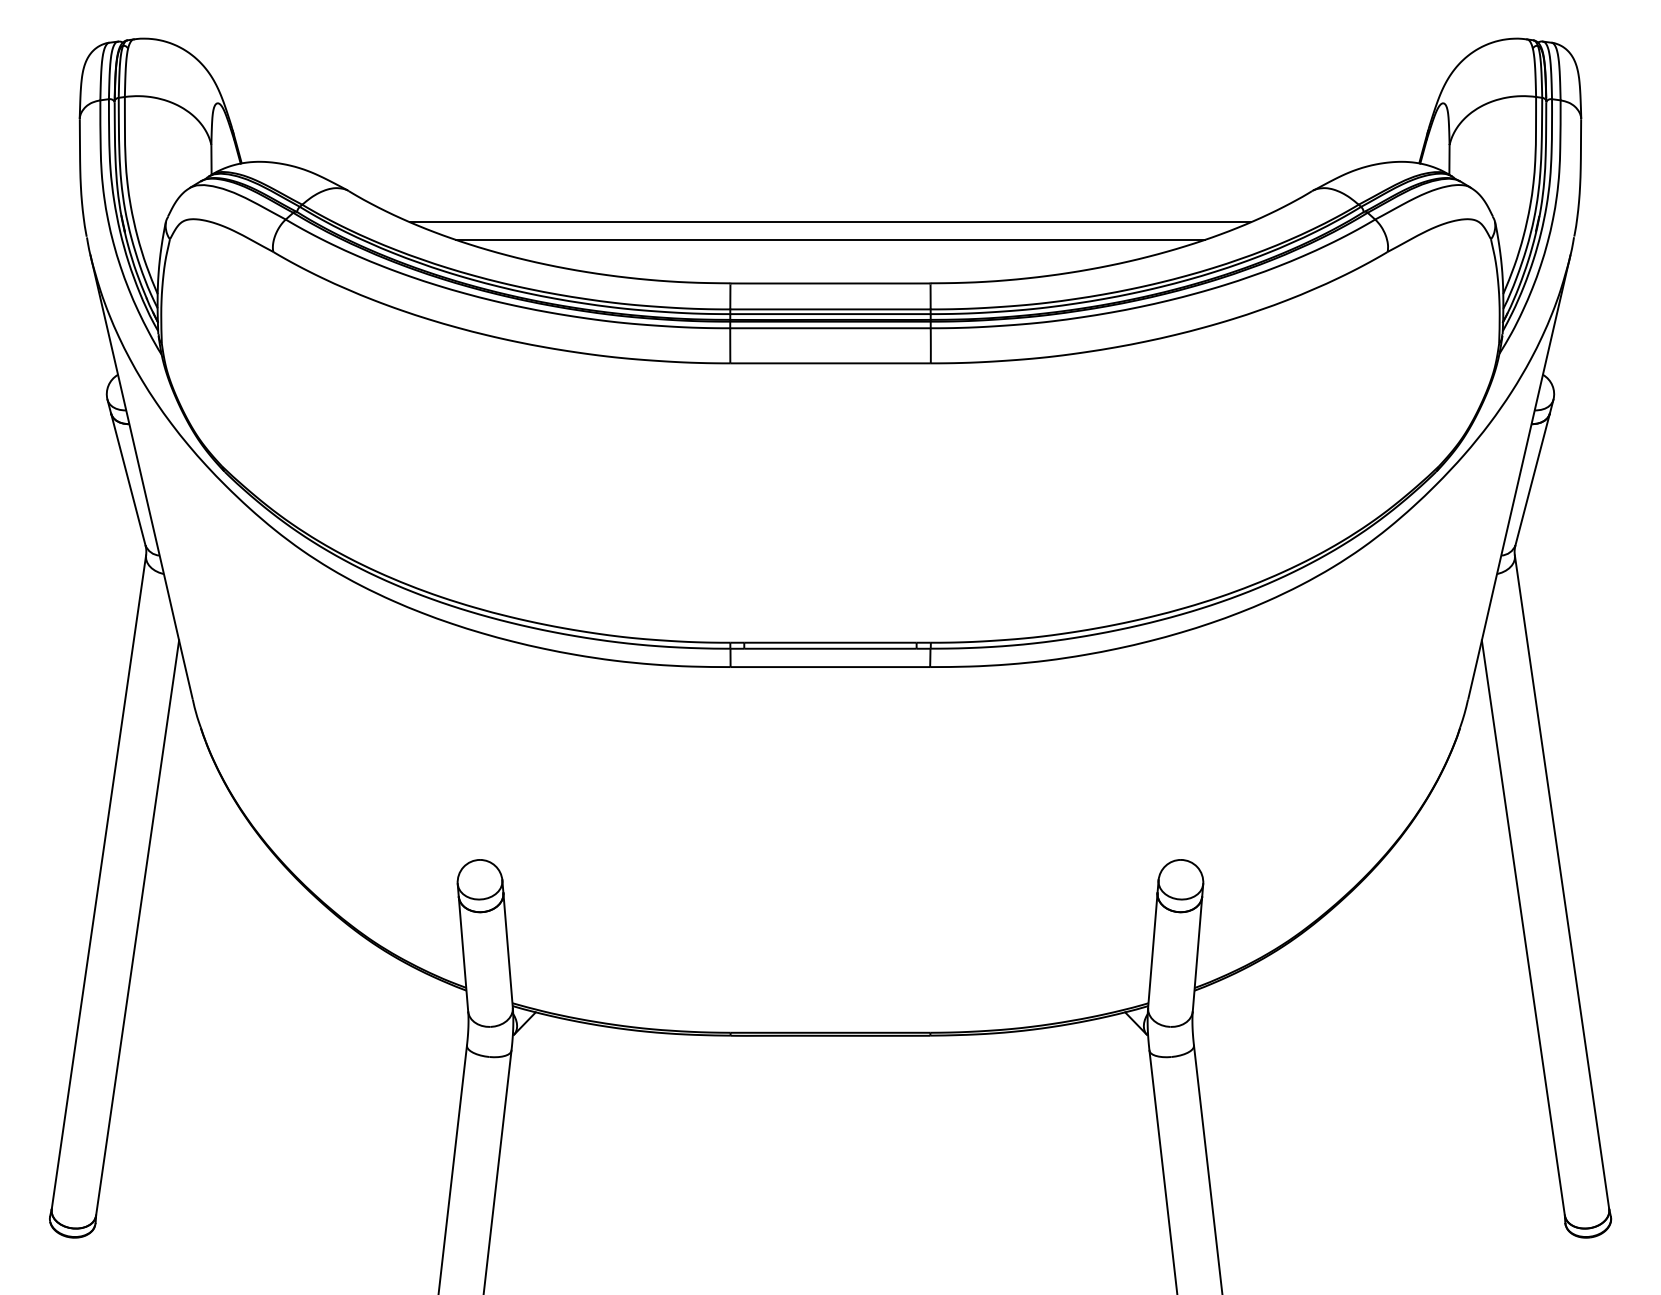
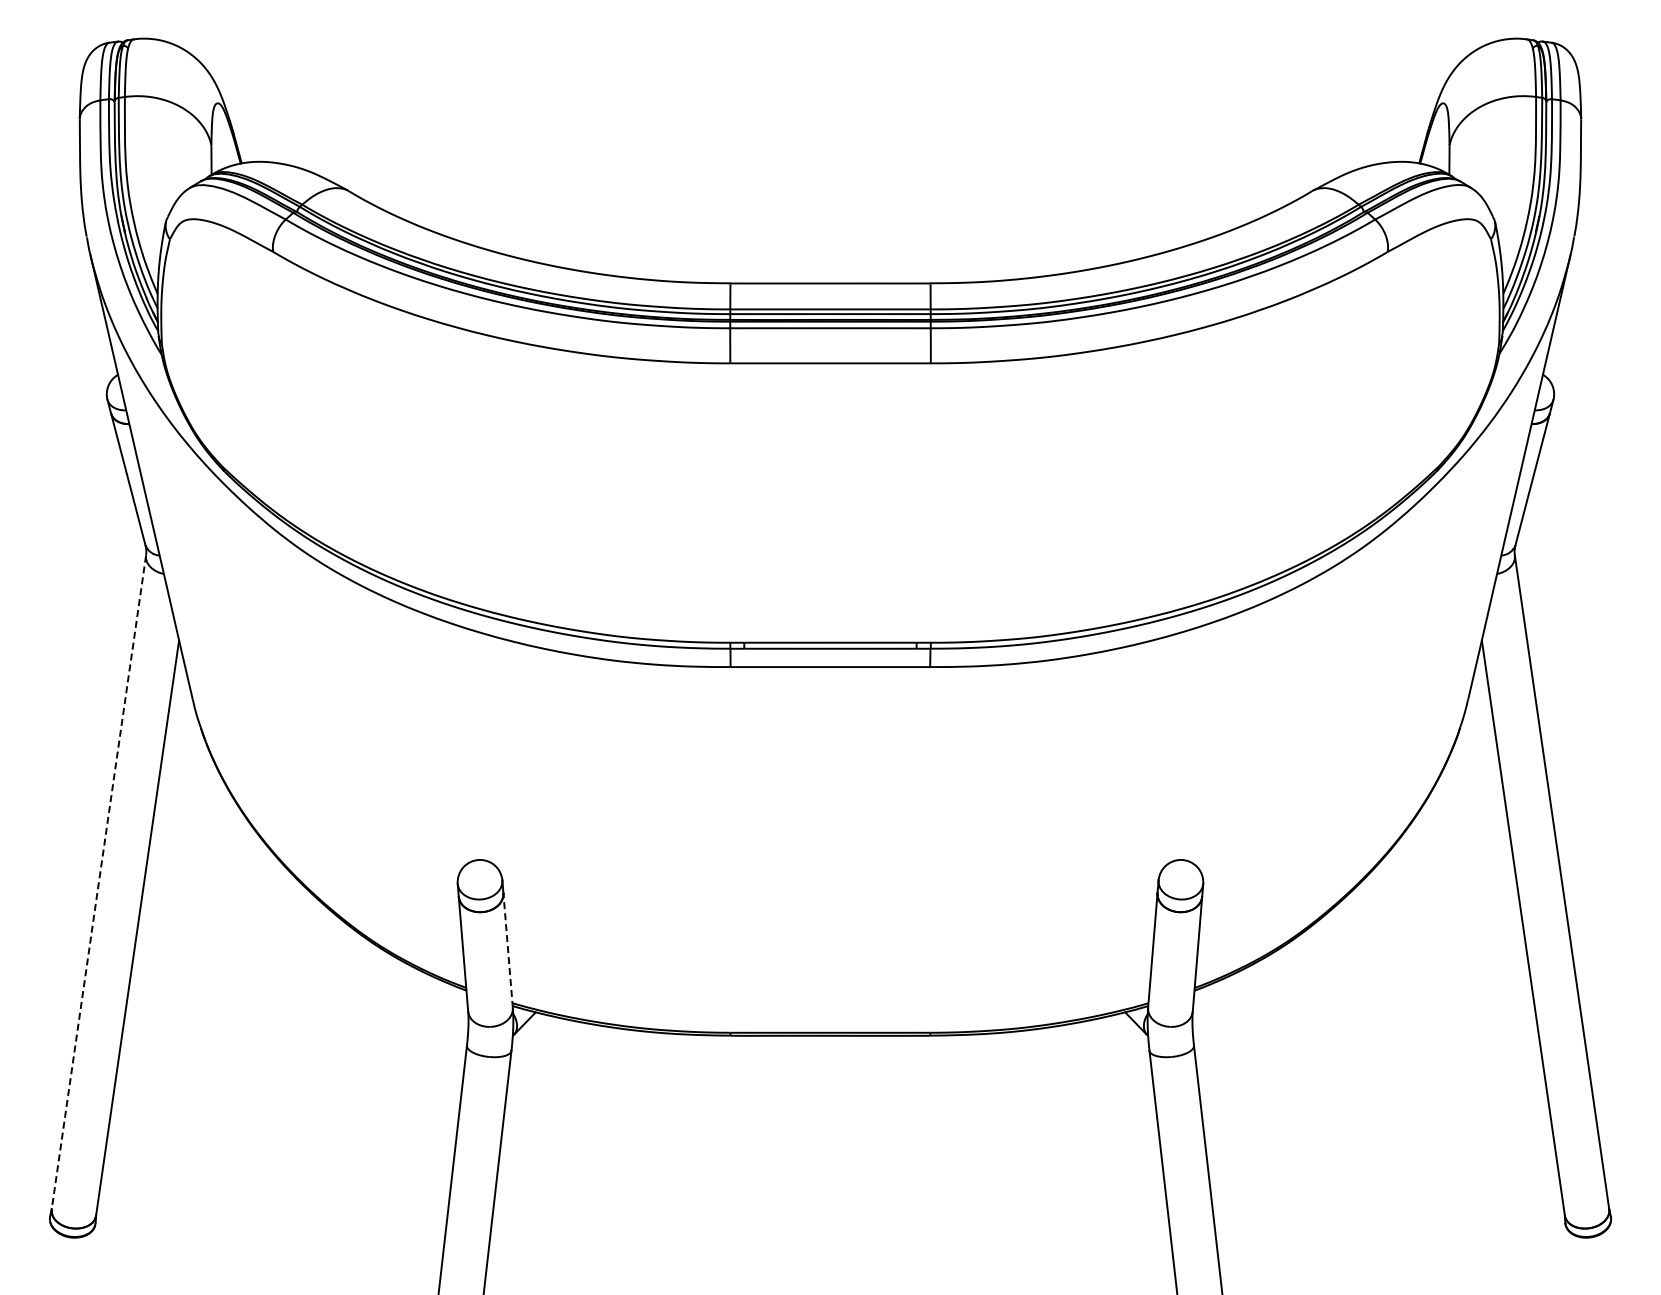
line at (830, 222): present -> none
line at (830, 239): present -> none
line at (98, 883): solid -> dashed
line at (508, 950): solid -> dashed
